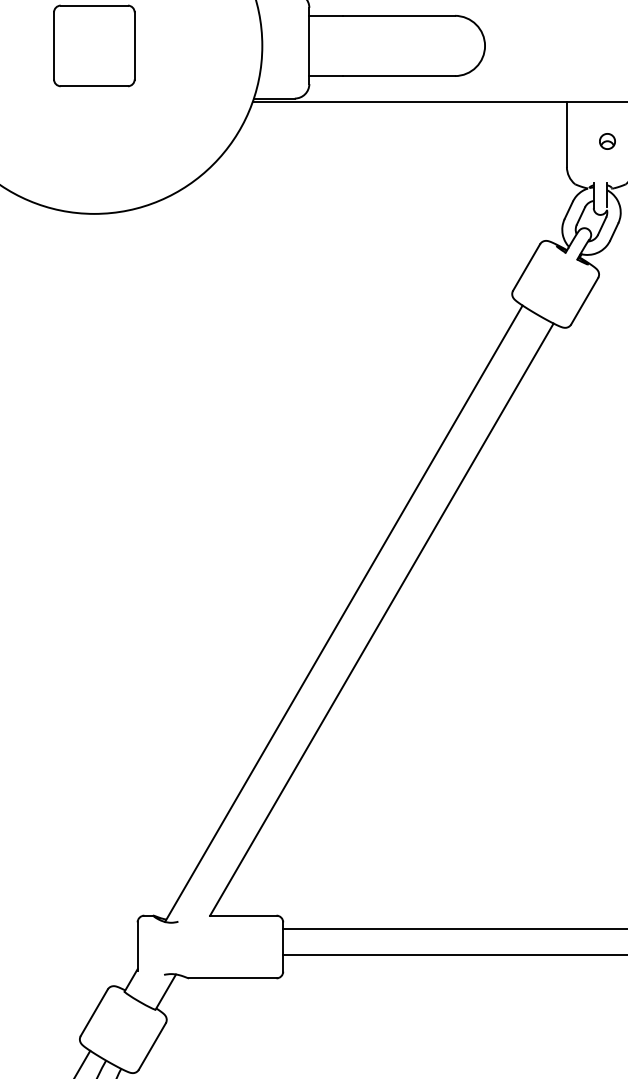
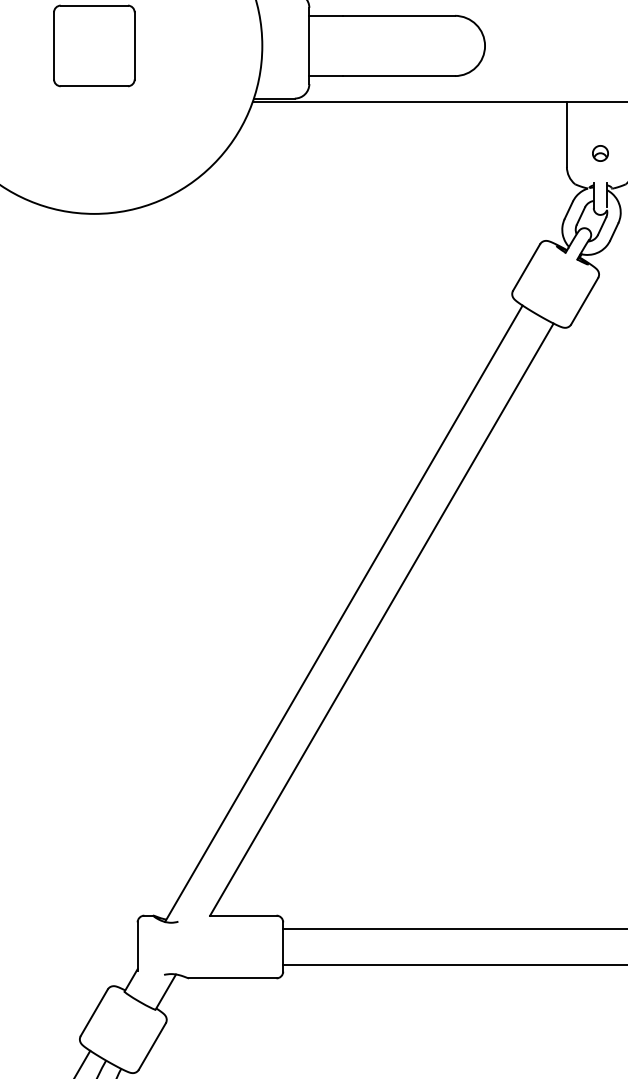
part at (607, 141) position: (607, 141) -> (600, 153)
line at (453, 954) position: (453, 954) -> (453, 964)
